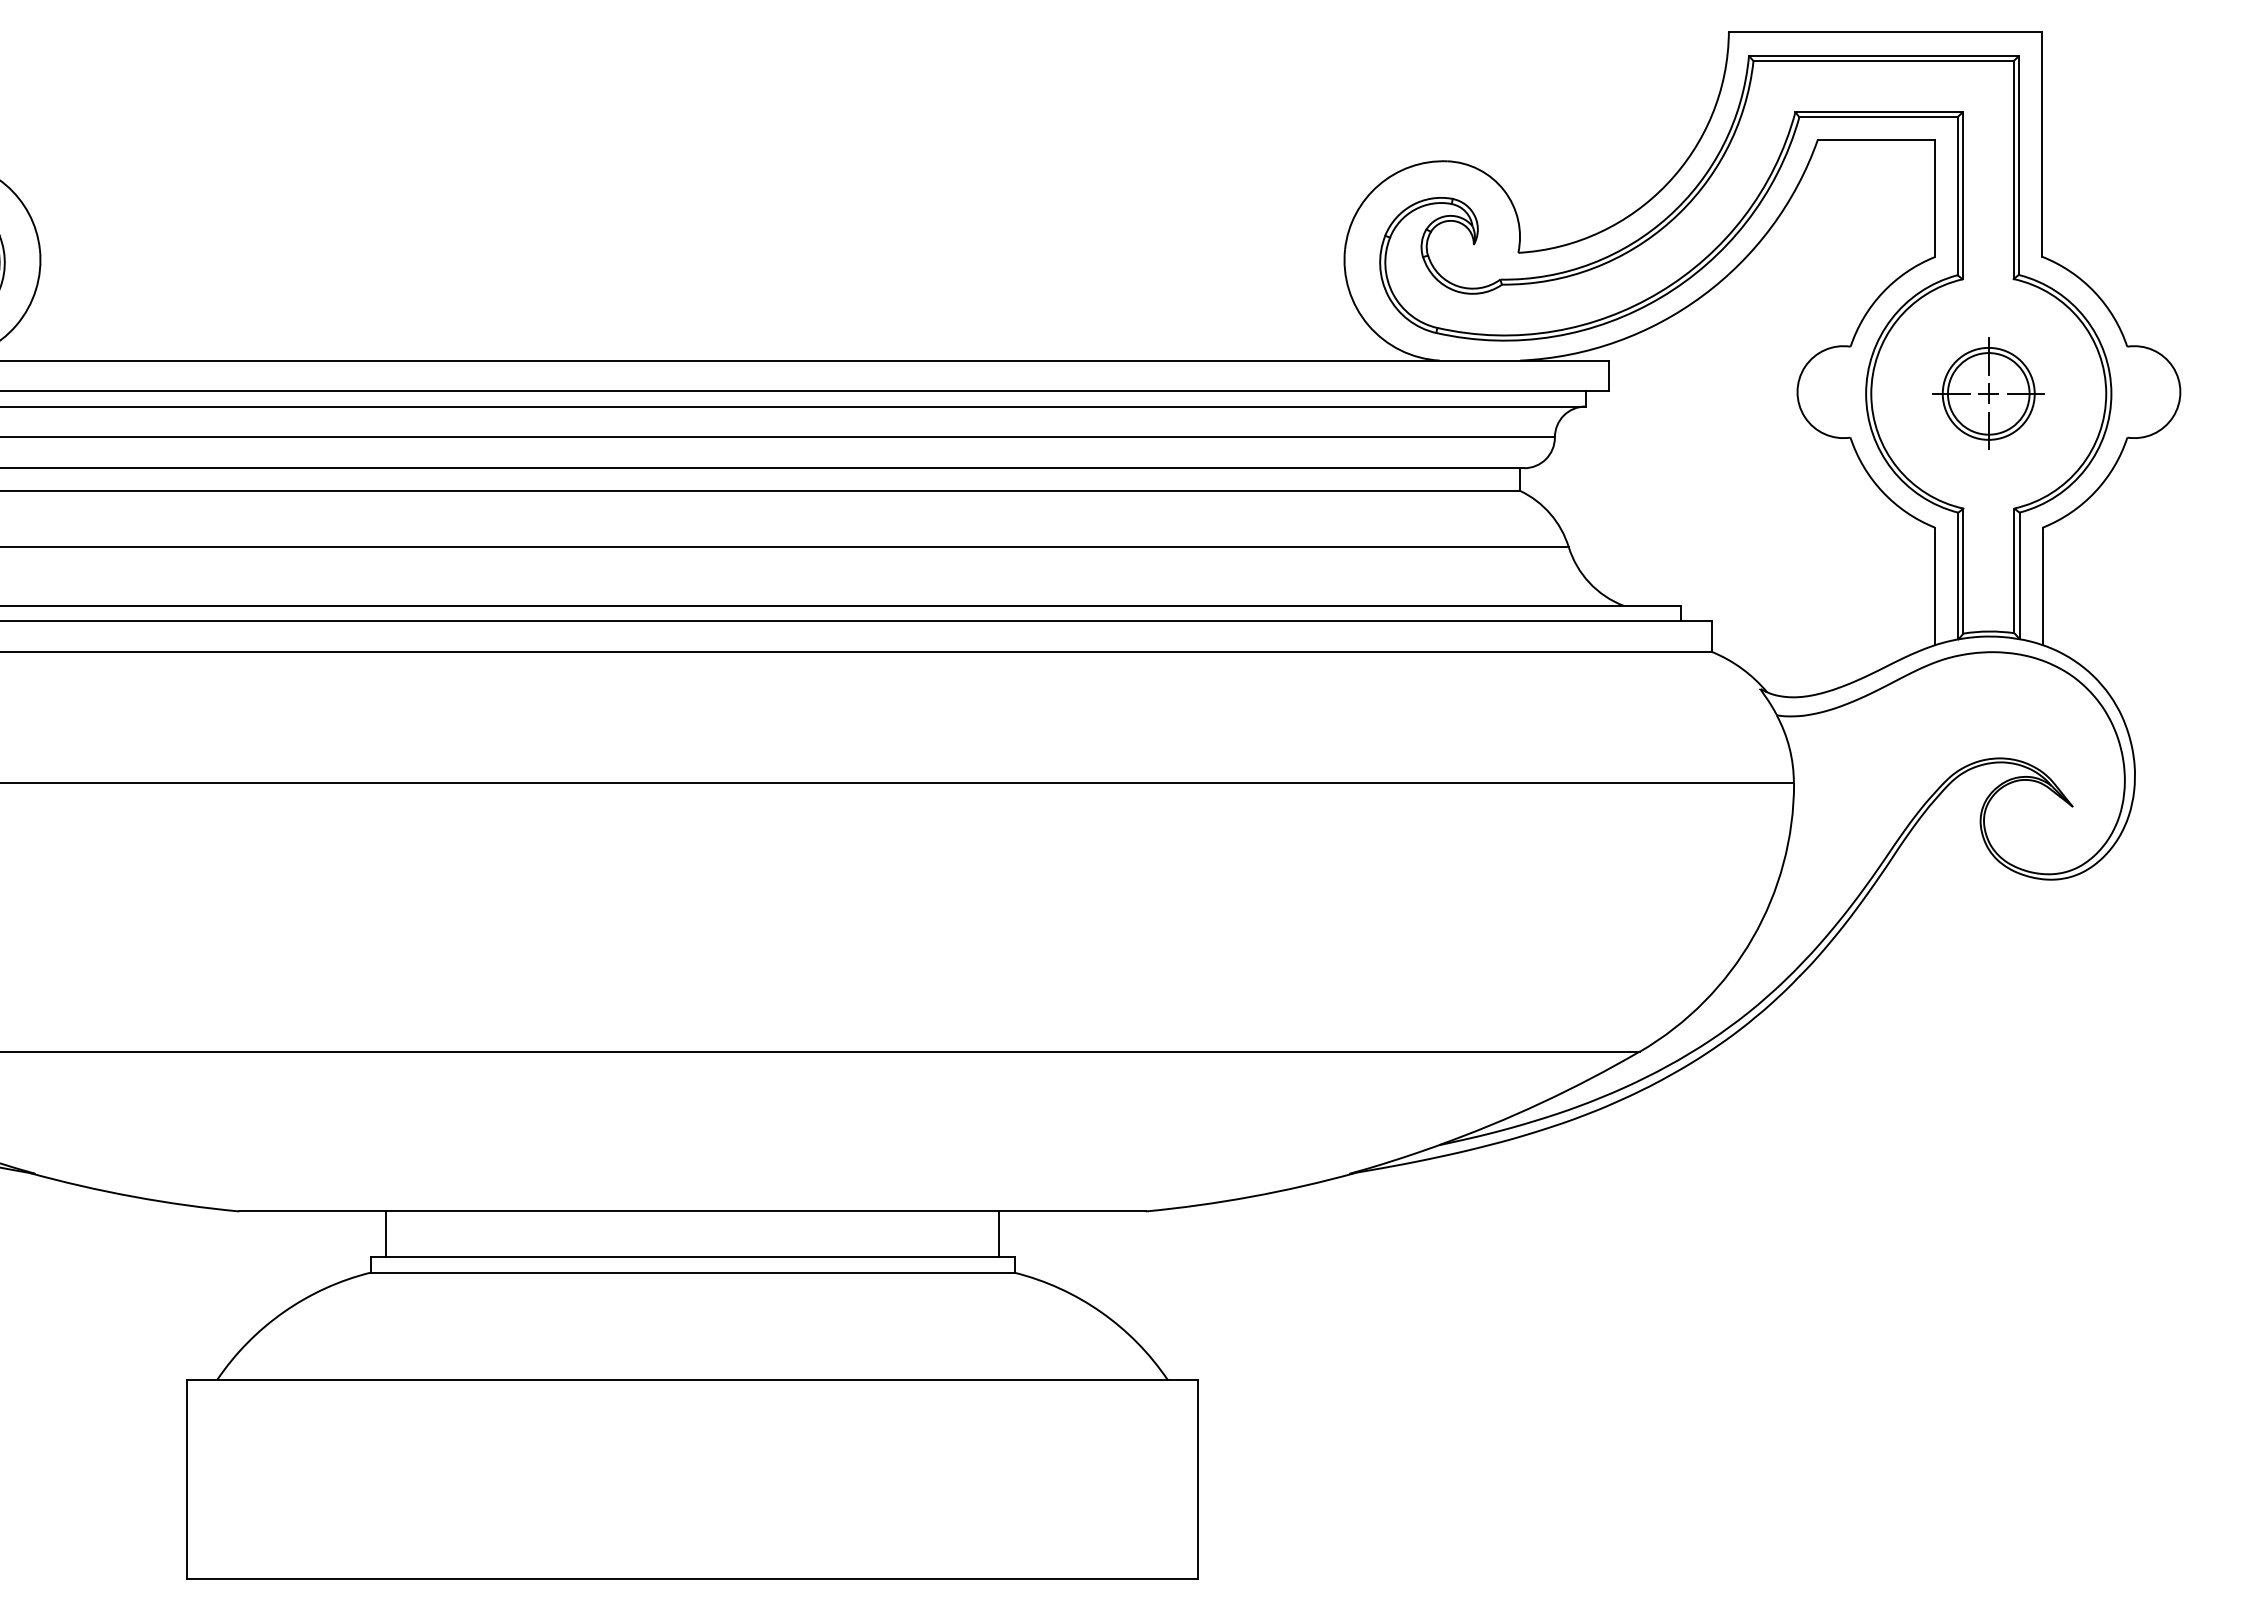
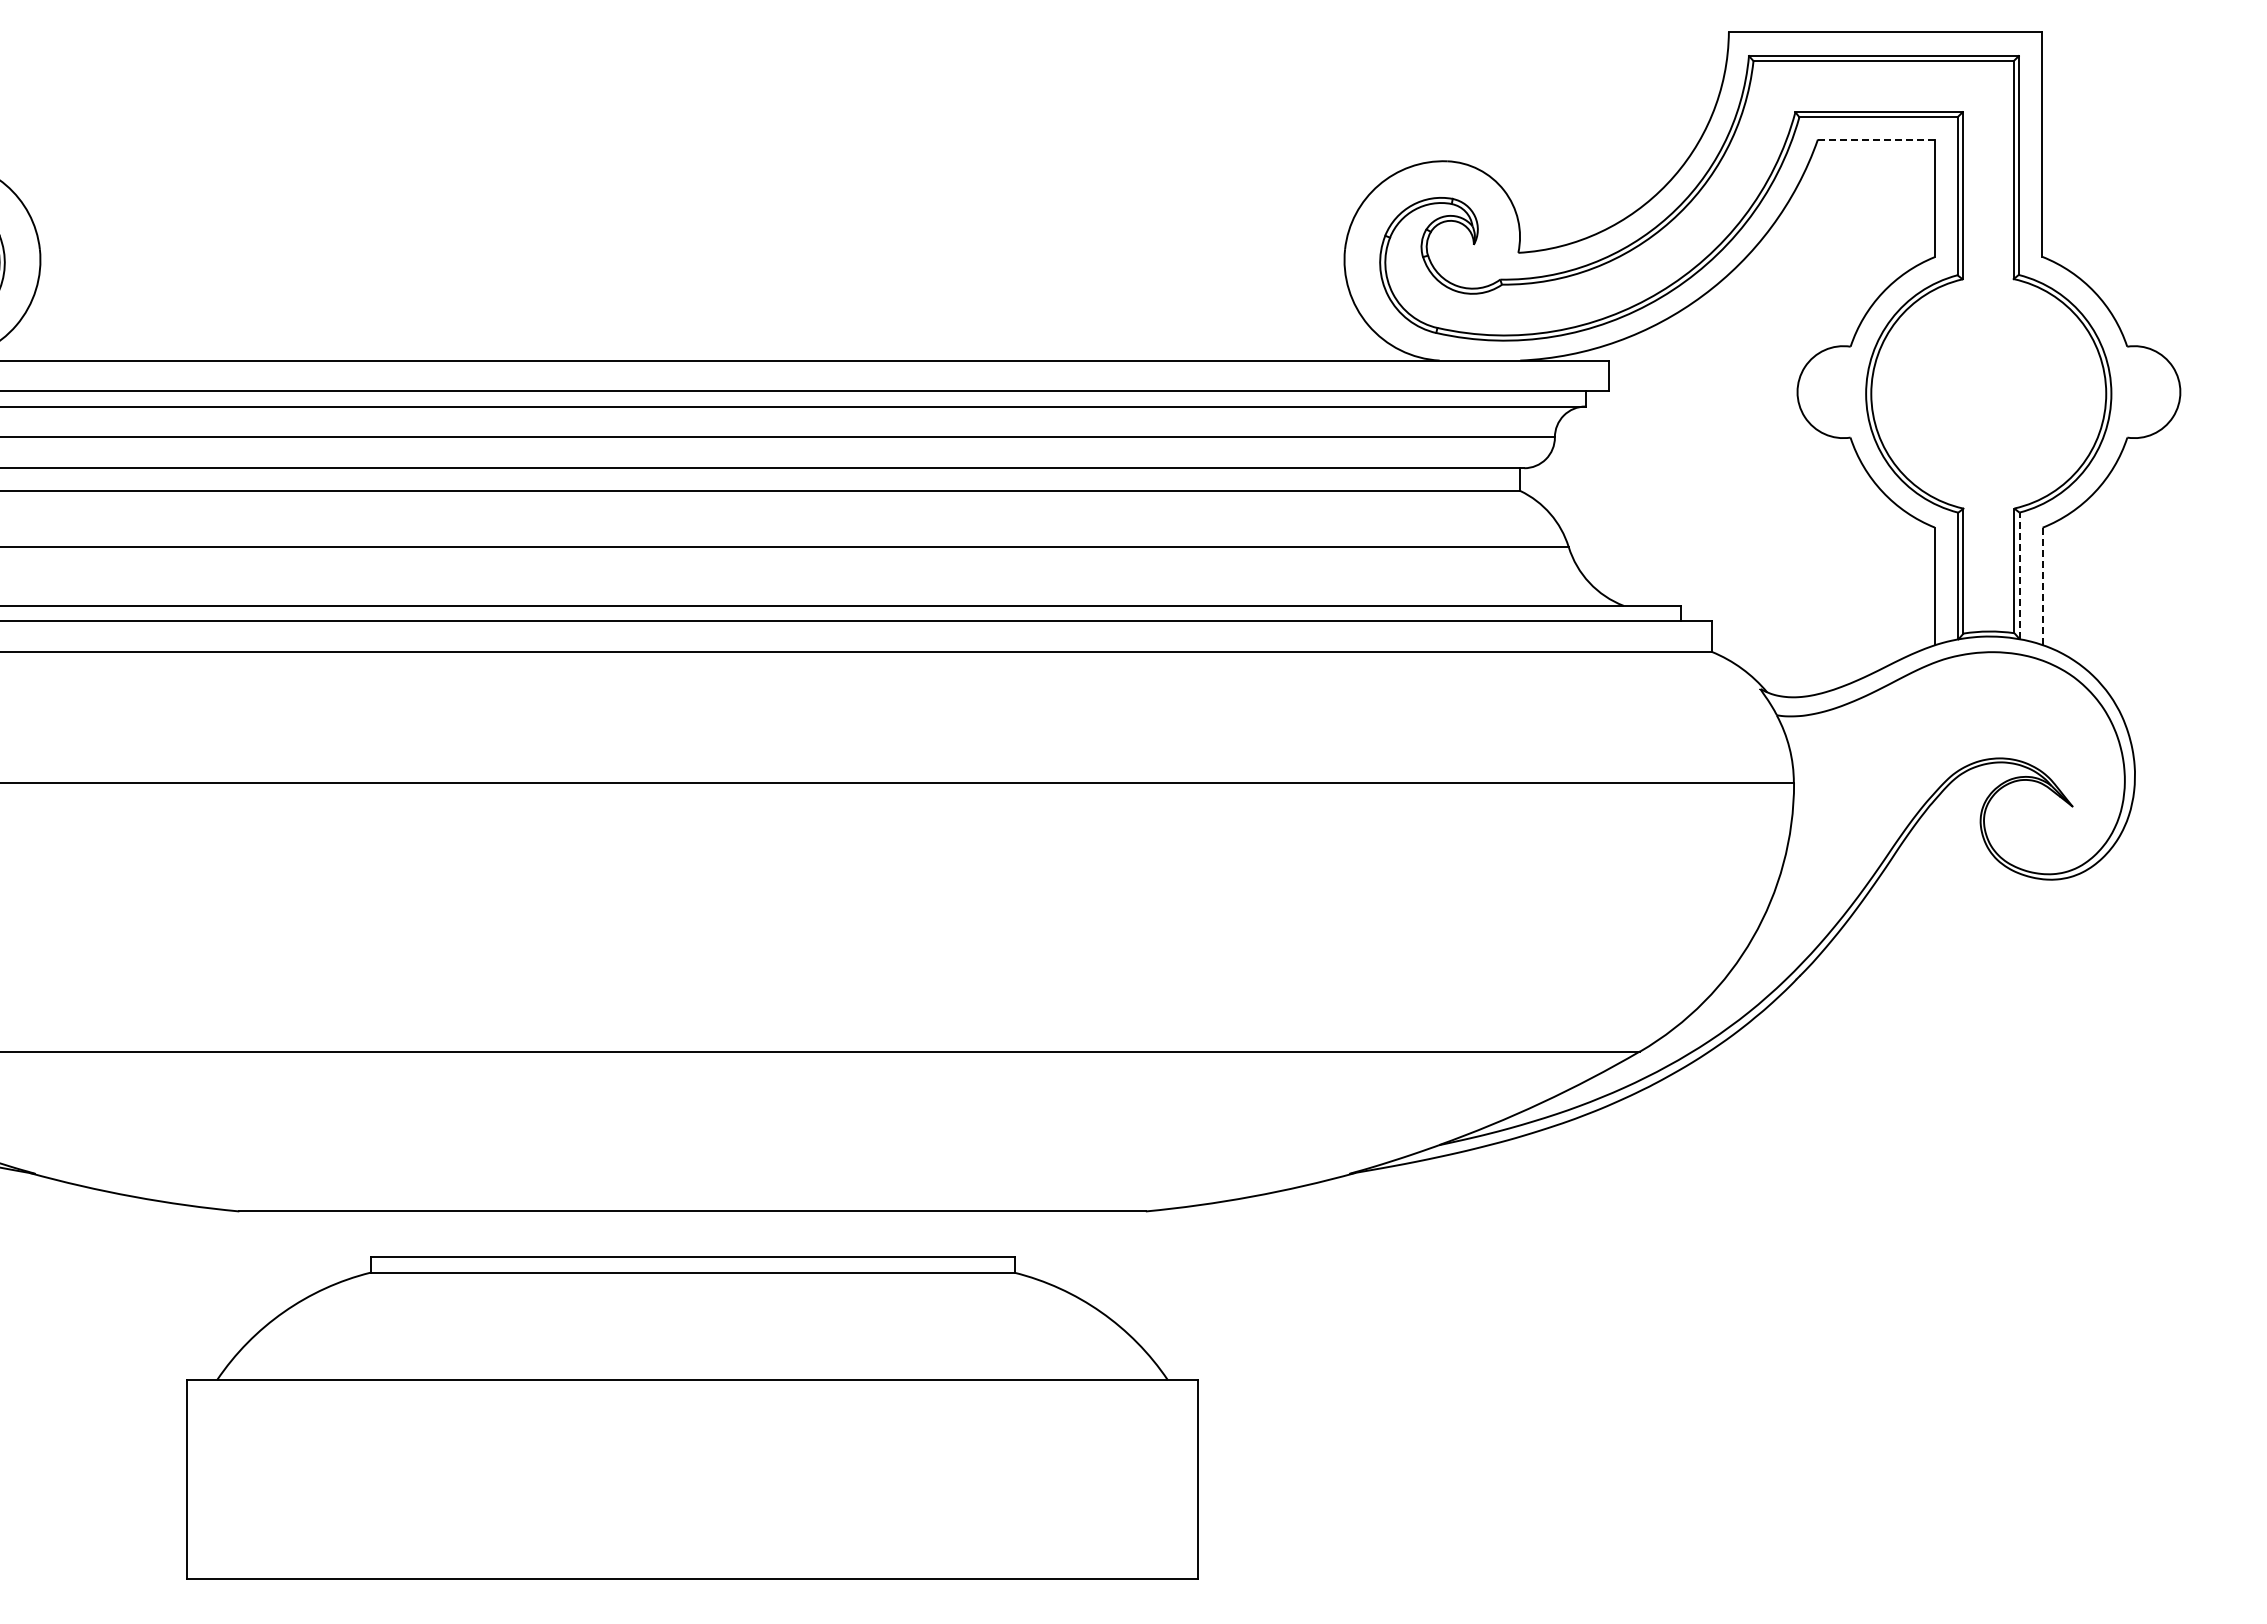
line at (1876, 139): solid -> dashed
part at (1988, 393): present -> none
line at (2019, 575): solid -> dashed
line at (2042, 586): solid -> dashed
line at (385, 1234): present -> none
line at (999, 1234): present -> none
